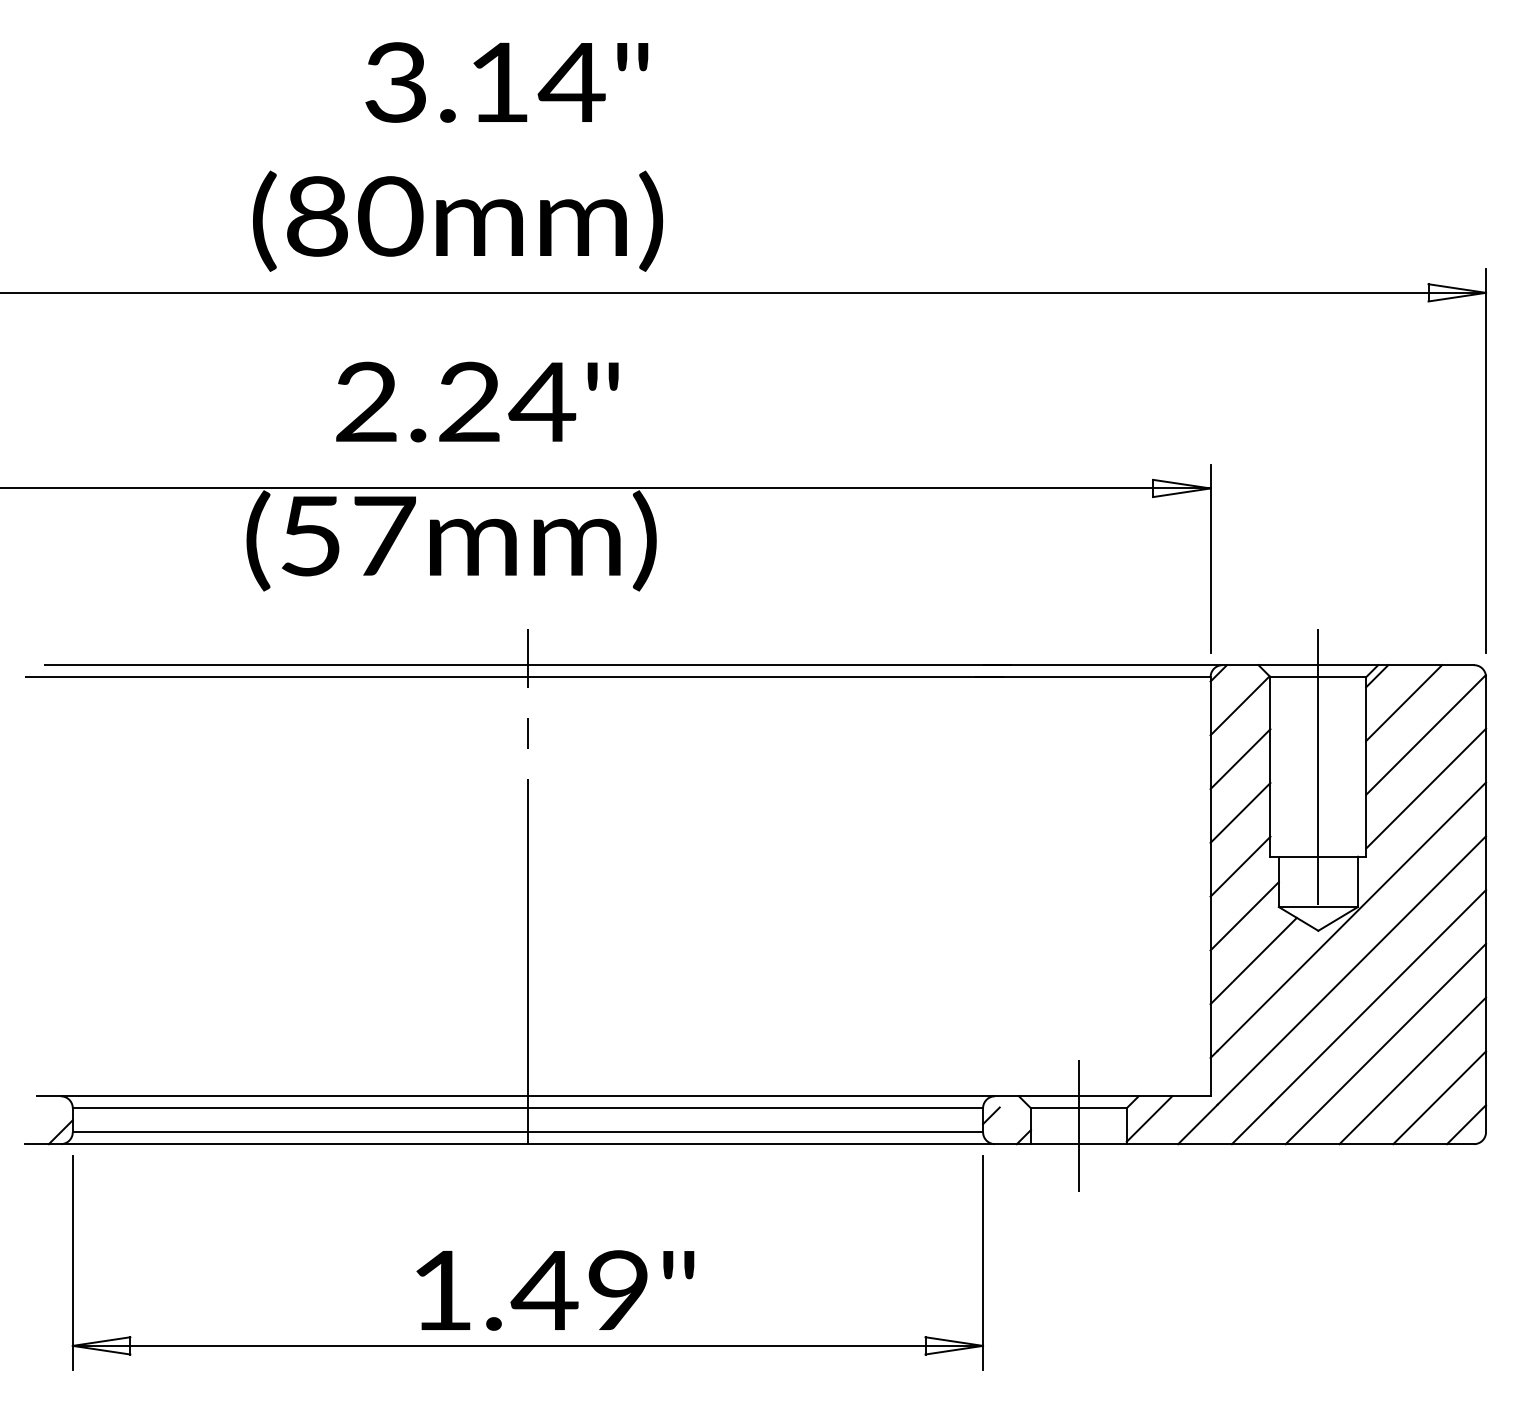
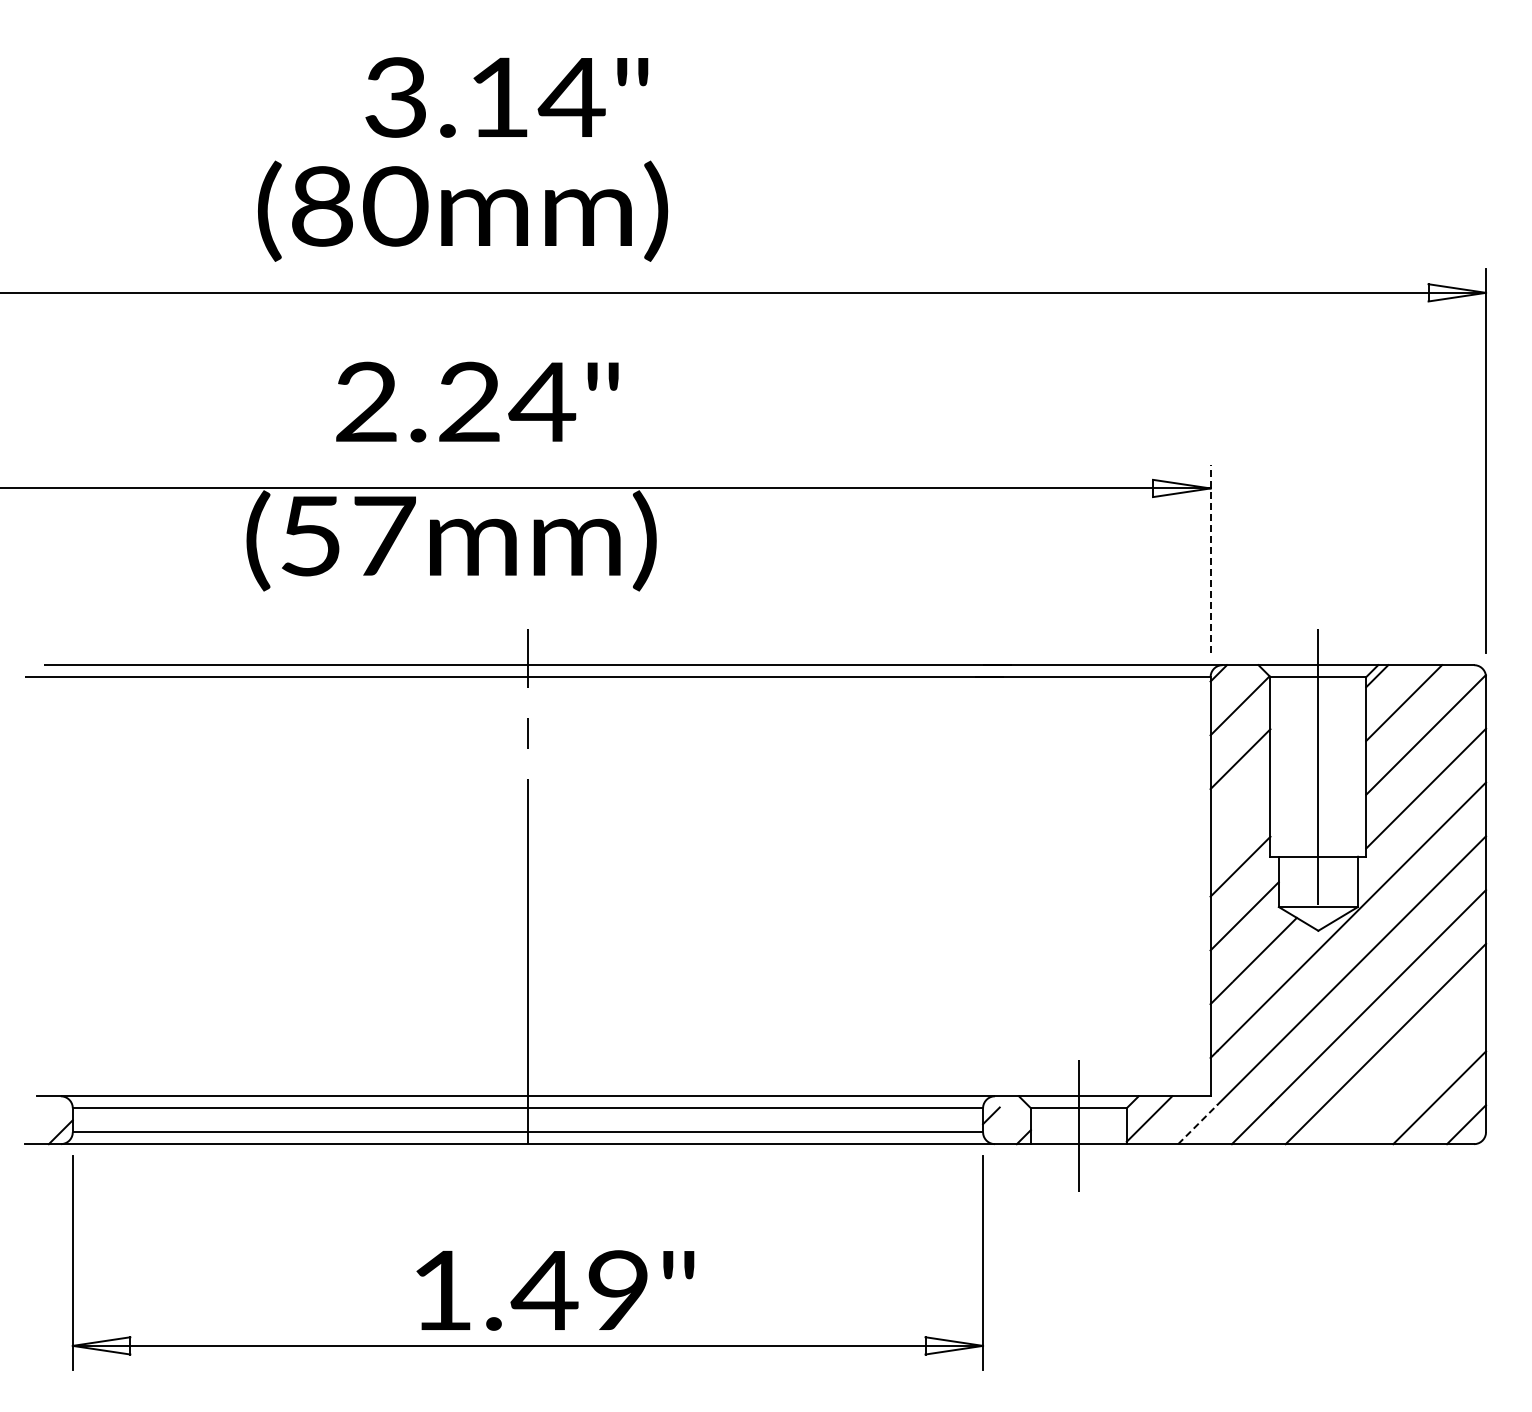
text at (506, 82) position: (506, 82) -> (506, 97)
text at (458, 220) position: (458, 220) -> (463, 210)
line at (1210, 558): solid -> dashed
line at (1240, 812): present -> none
line at (1412, 1070): present -> none
line at (1197, 1124): solid -> dashed
